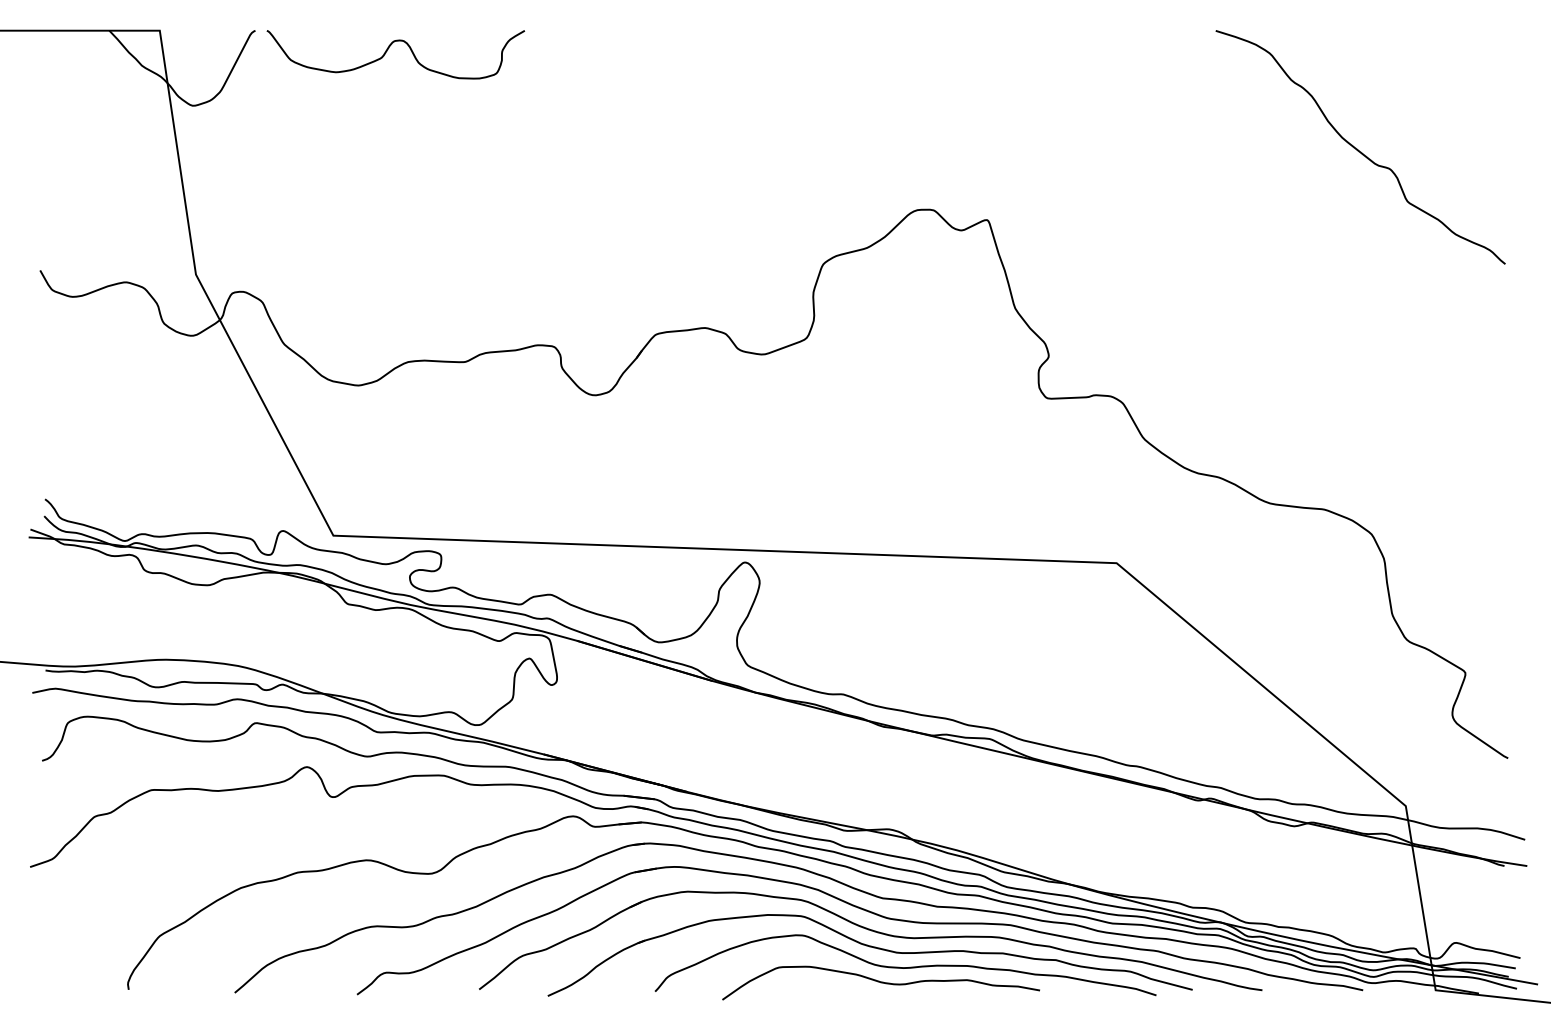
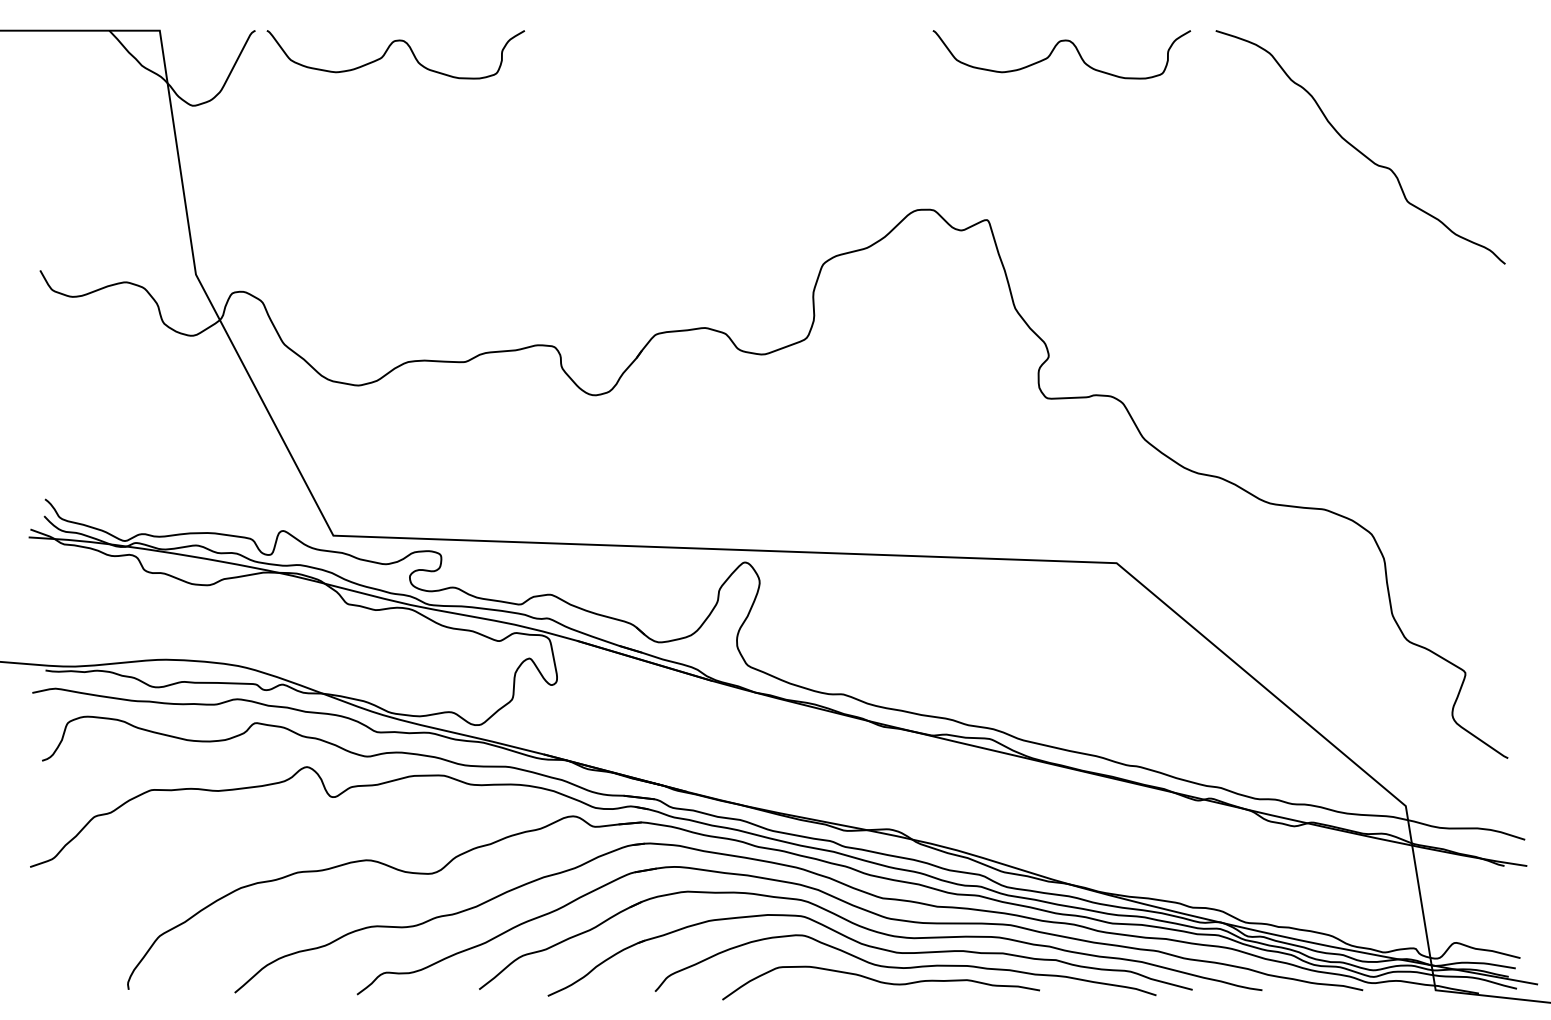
curve at (1055, 48): none -> present
